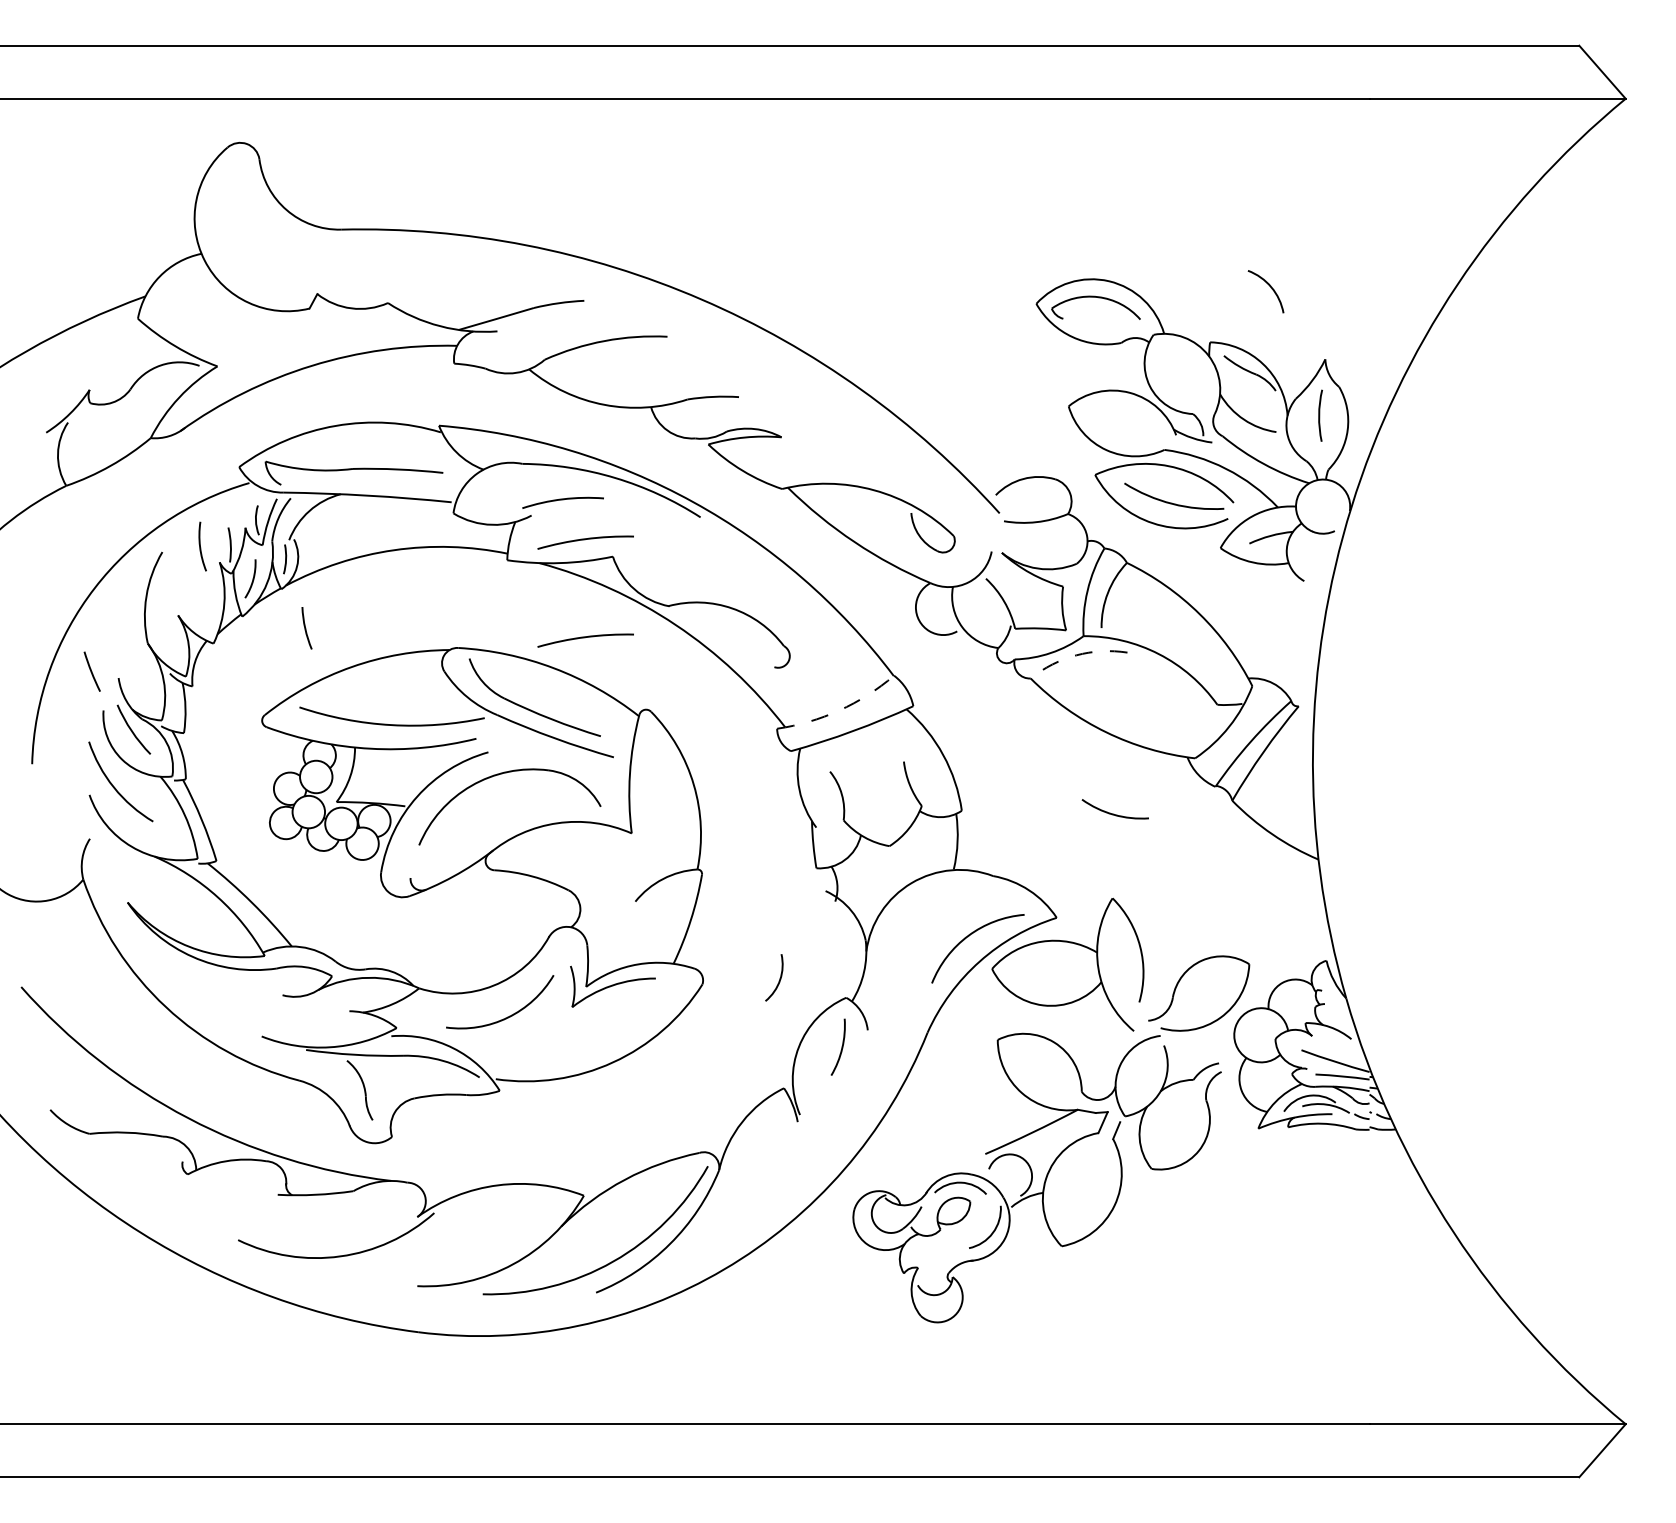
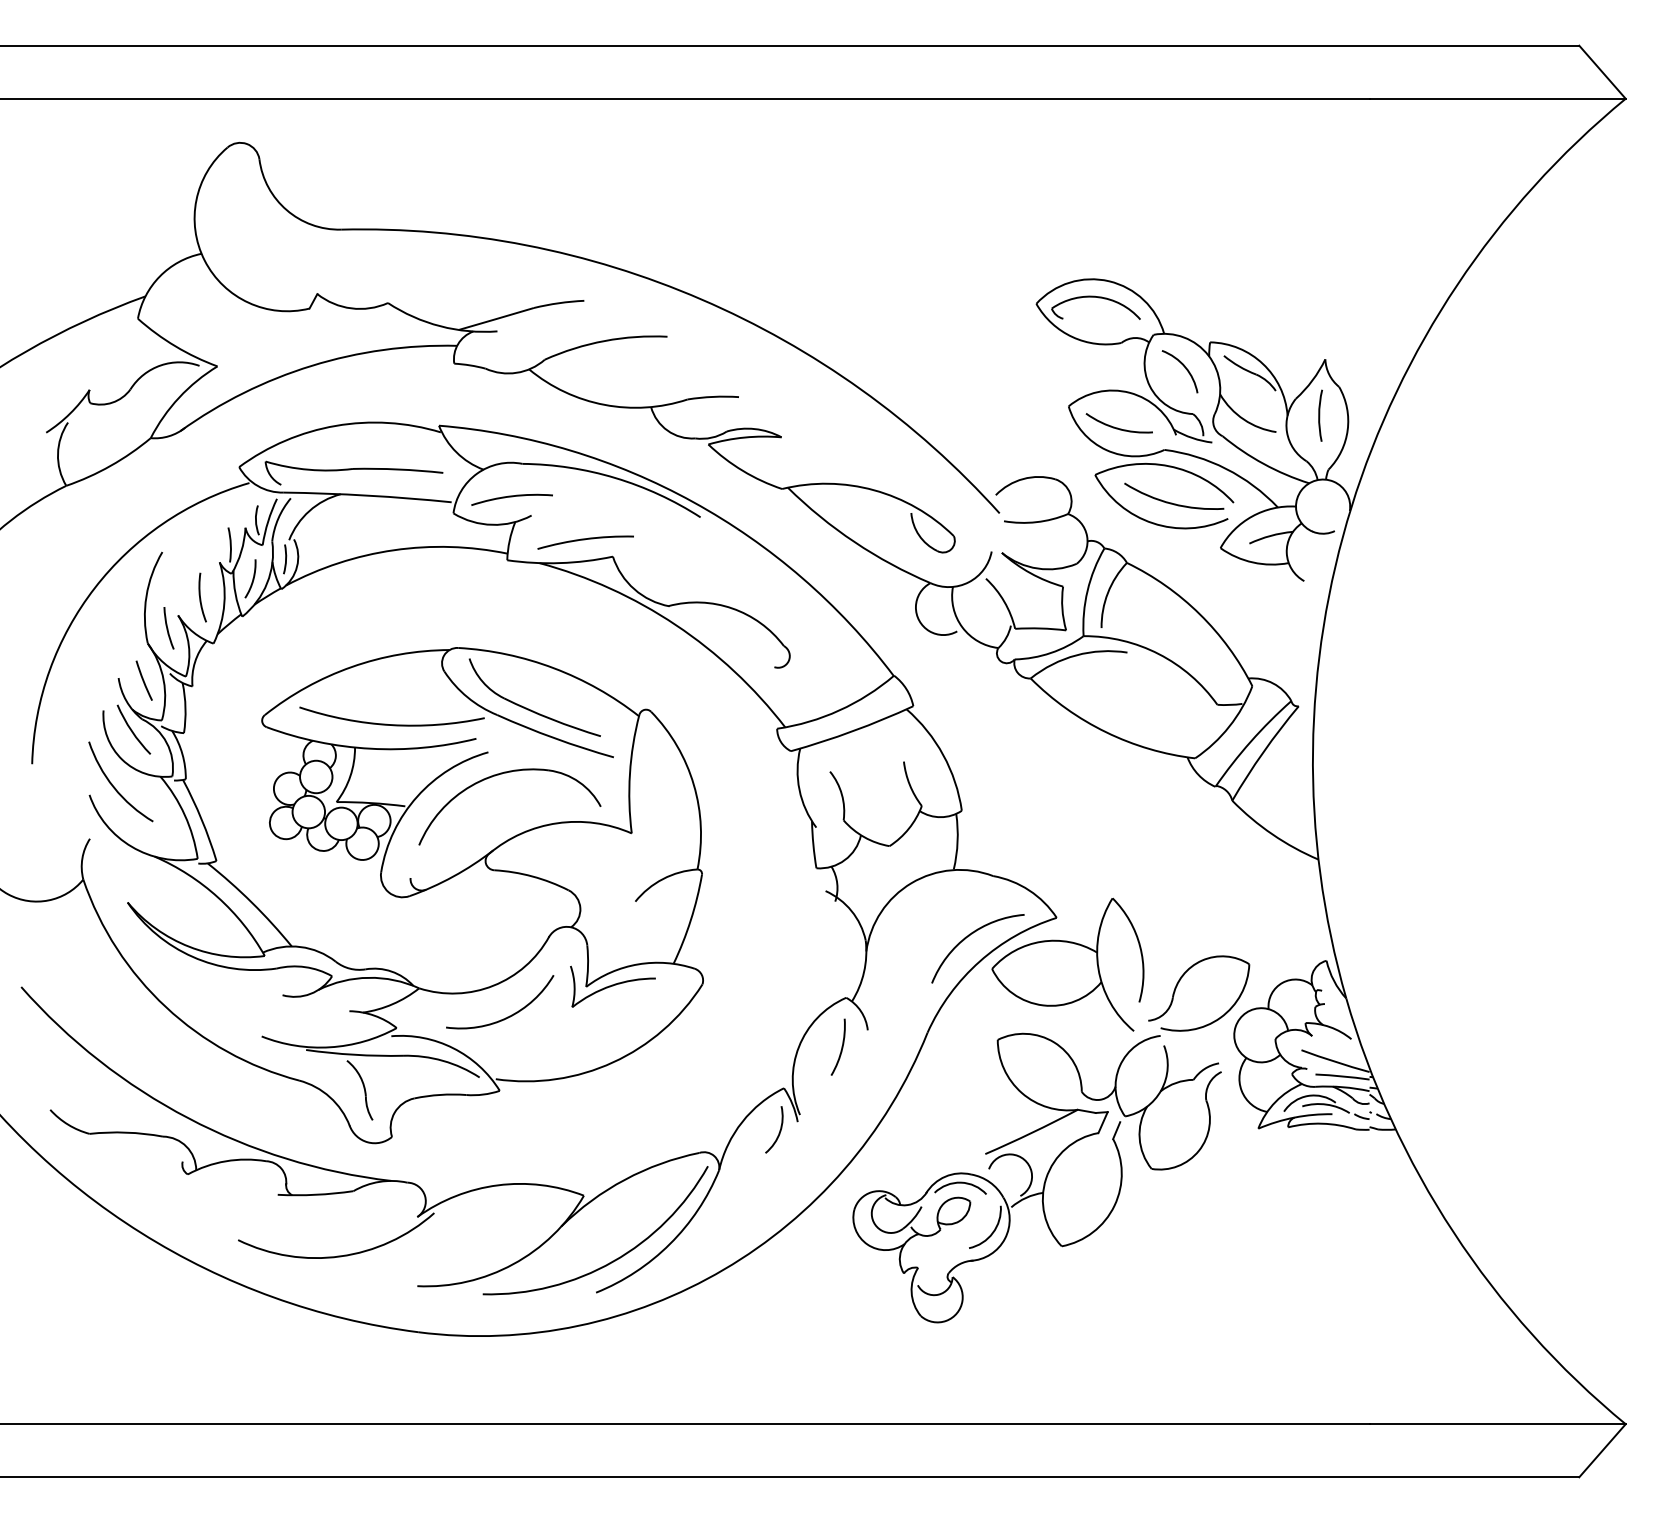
arc at (1271, 289) position: (1271, 289) -> (1185, 369)
arc at (562, 500) position: (562, 500) -> (511, 497)
arc at (201, 547) position: (201, 547) -> (201, 598)
arc at (306, 628) position: (306, 628) -> (168, 628)
arc at (585, 638): present -> none
arc at (1076, 655): dashed -> solid
line at (91, 671) position: (91, 671) -> (143, 680)
arc at (839, 710): dashed -> solid
arc at (1113, 813) position: (1113, 813) -> (1117, 427)
arc at (779, 978) position: (779, 978) -> (779, 1130)
